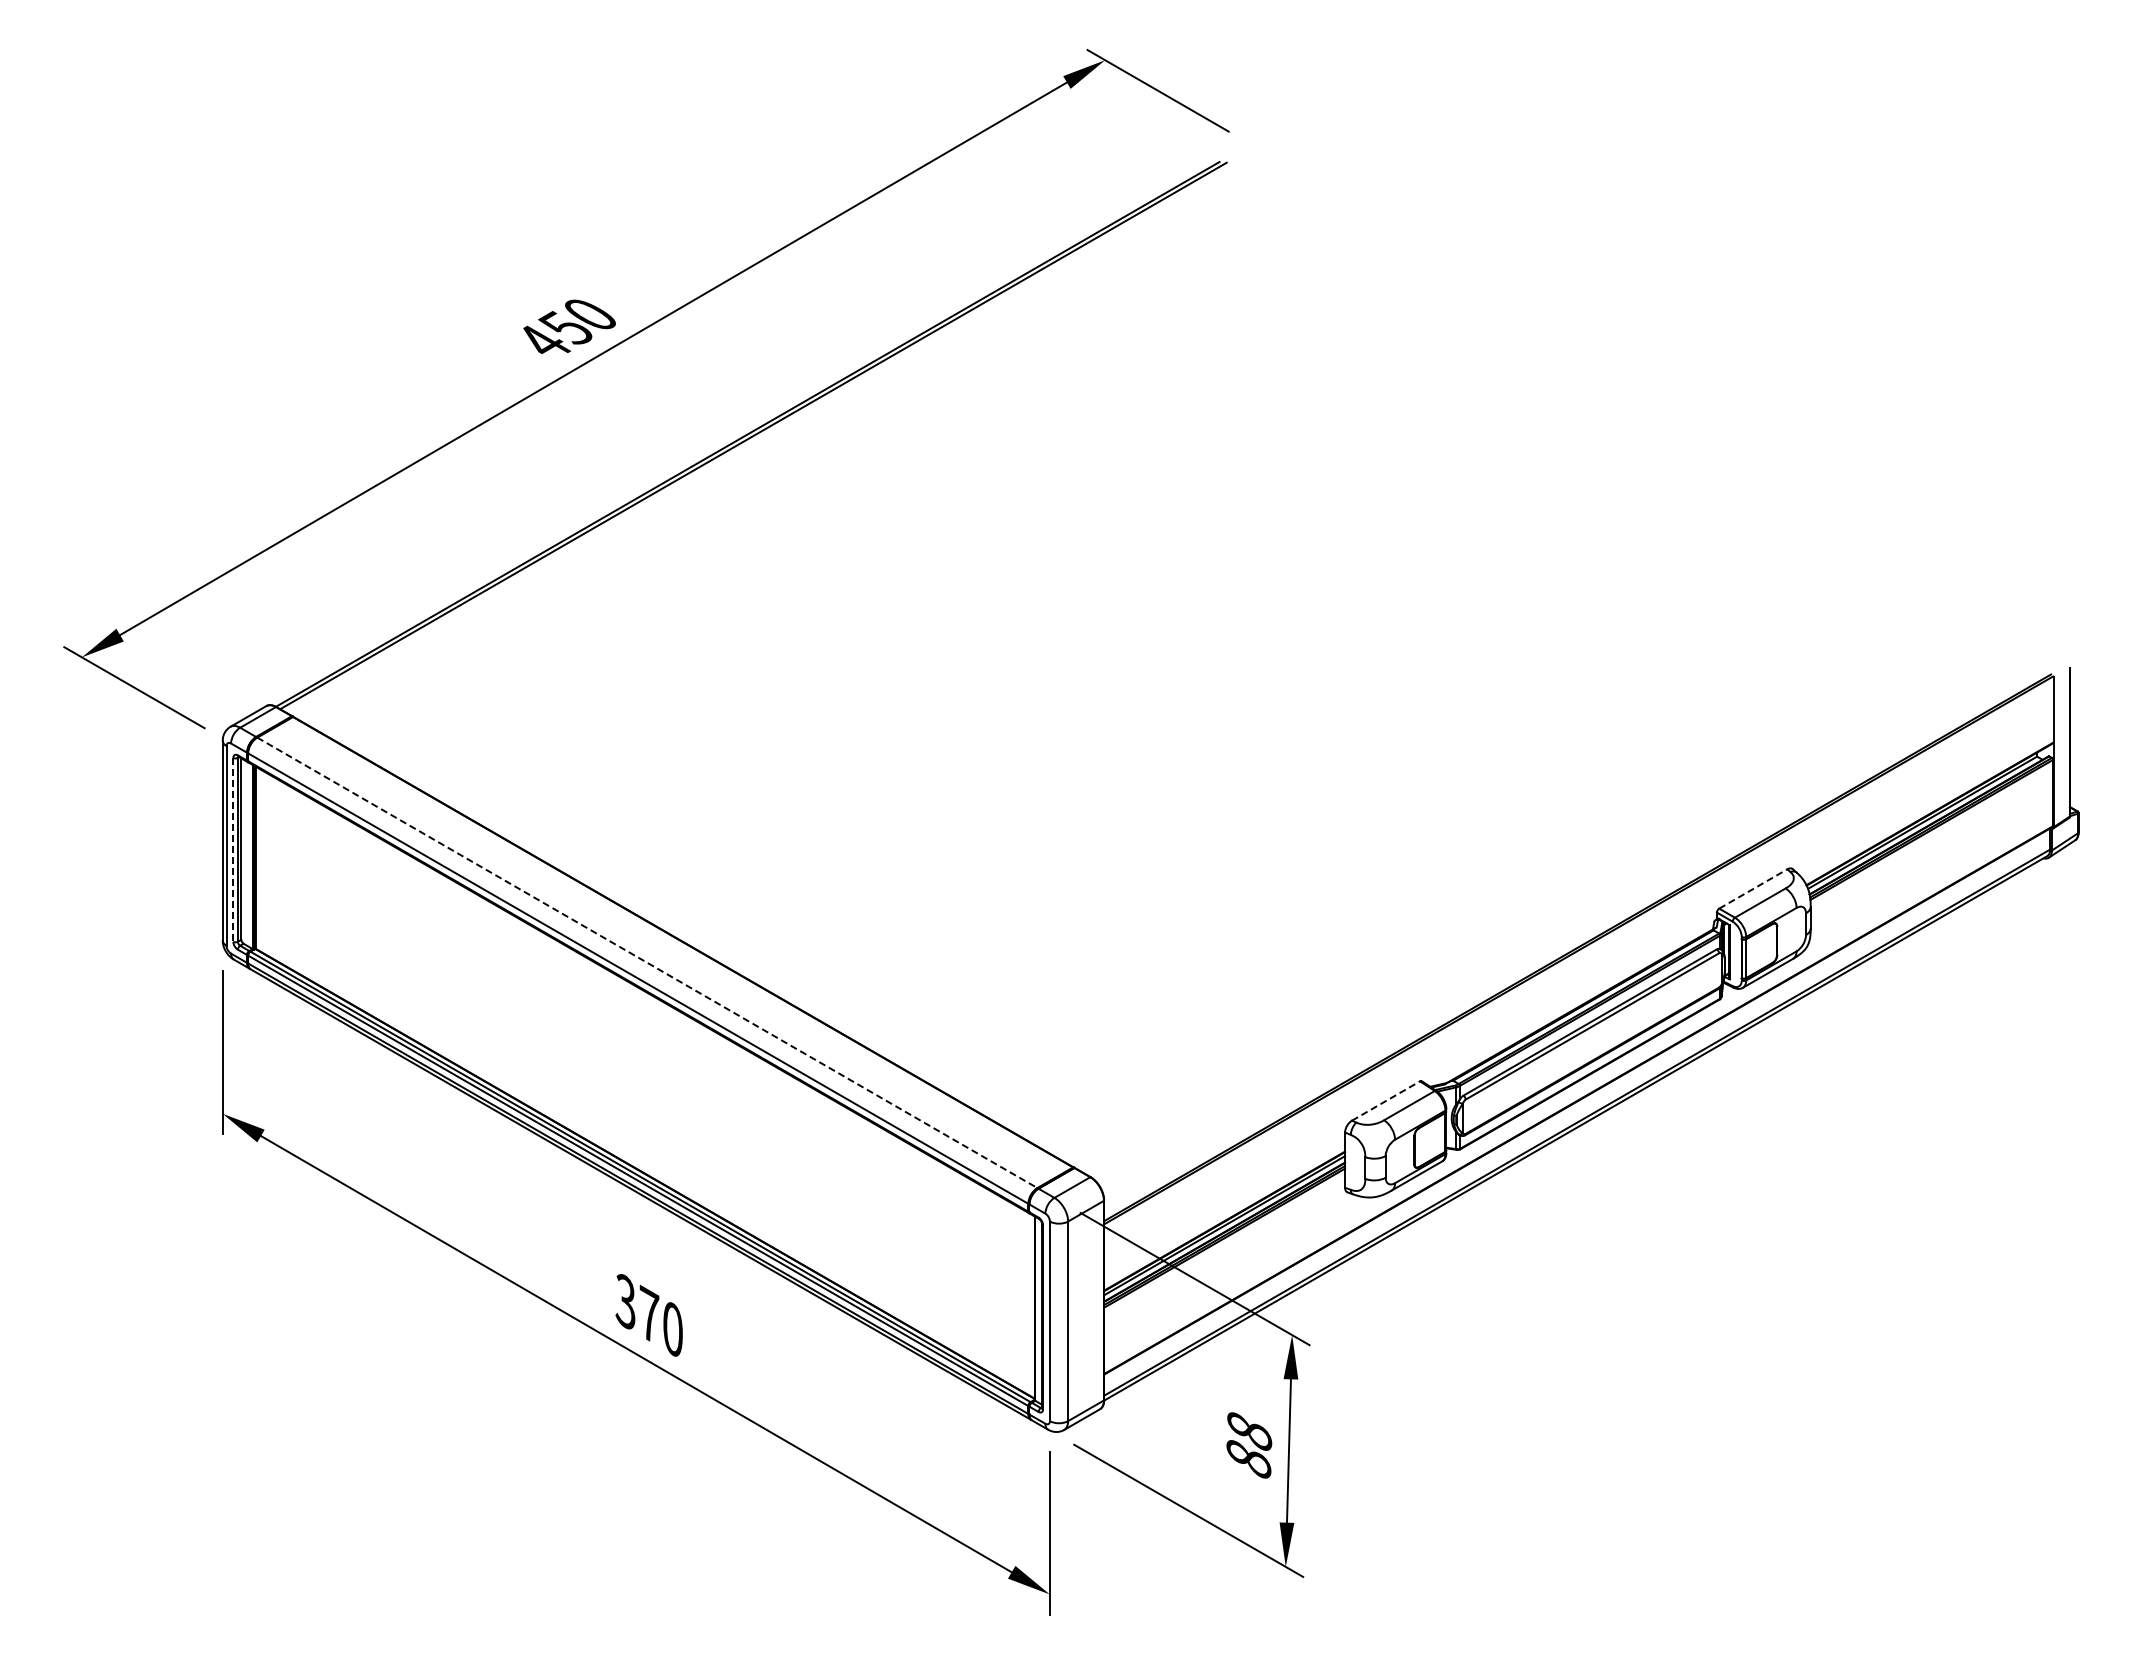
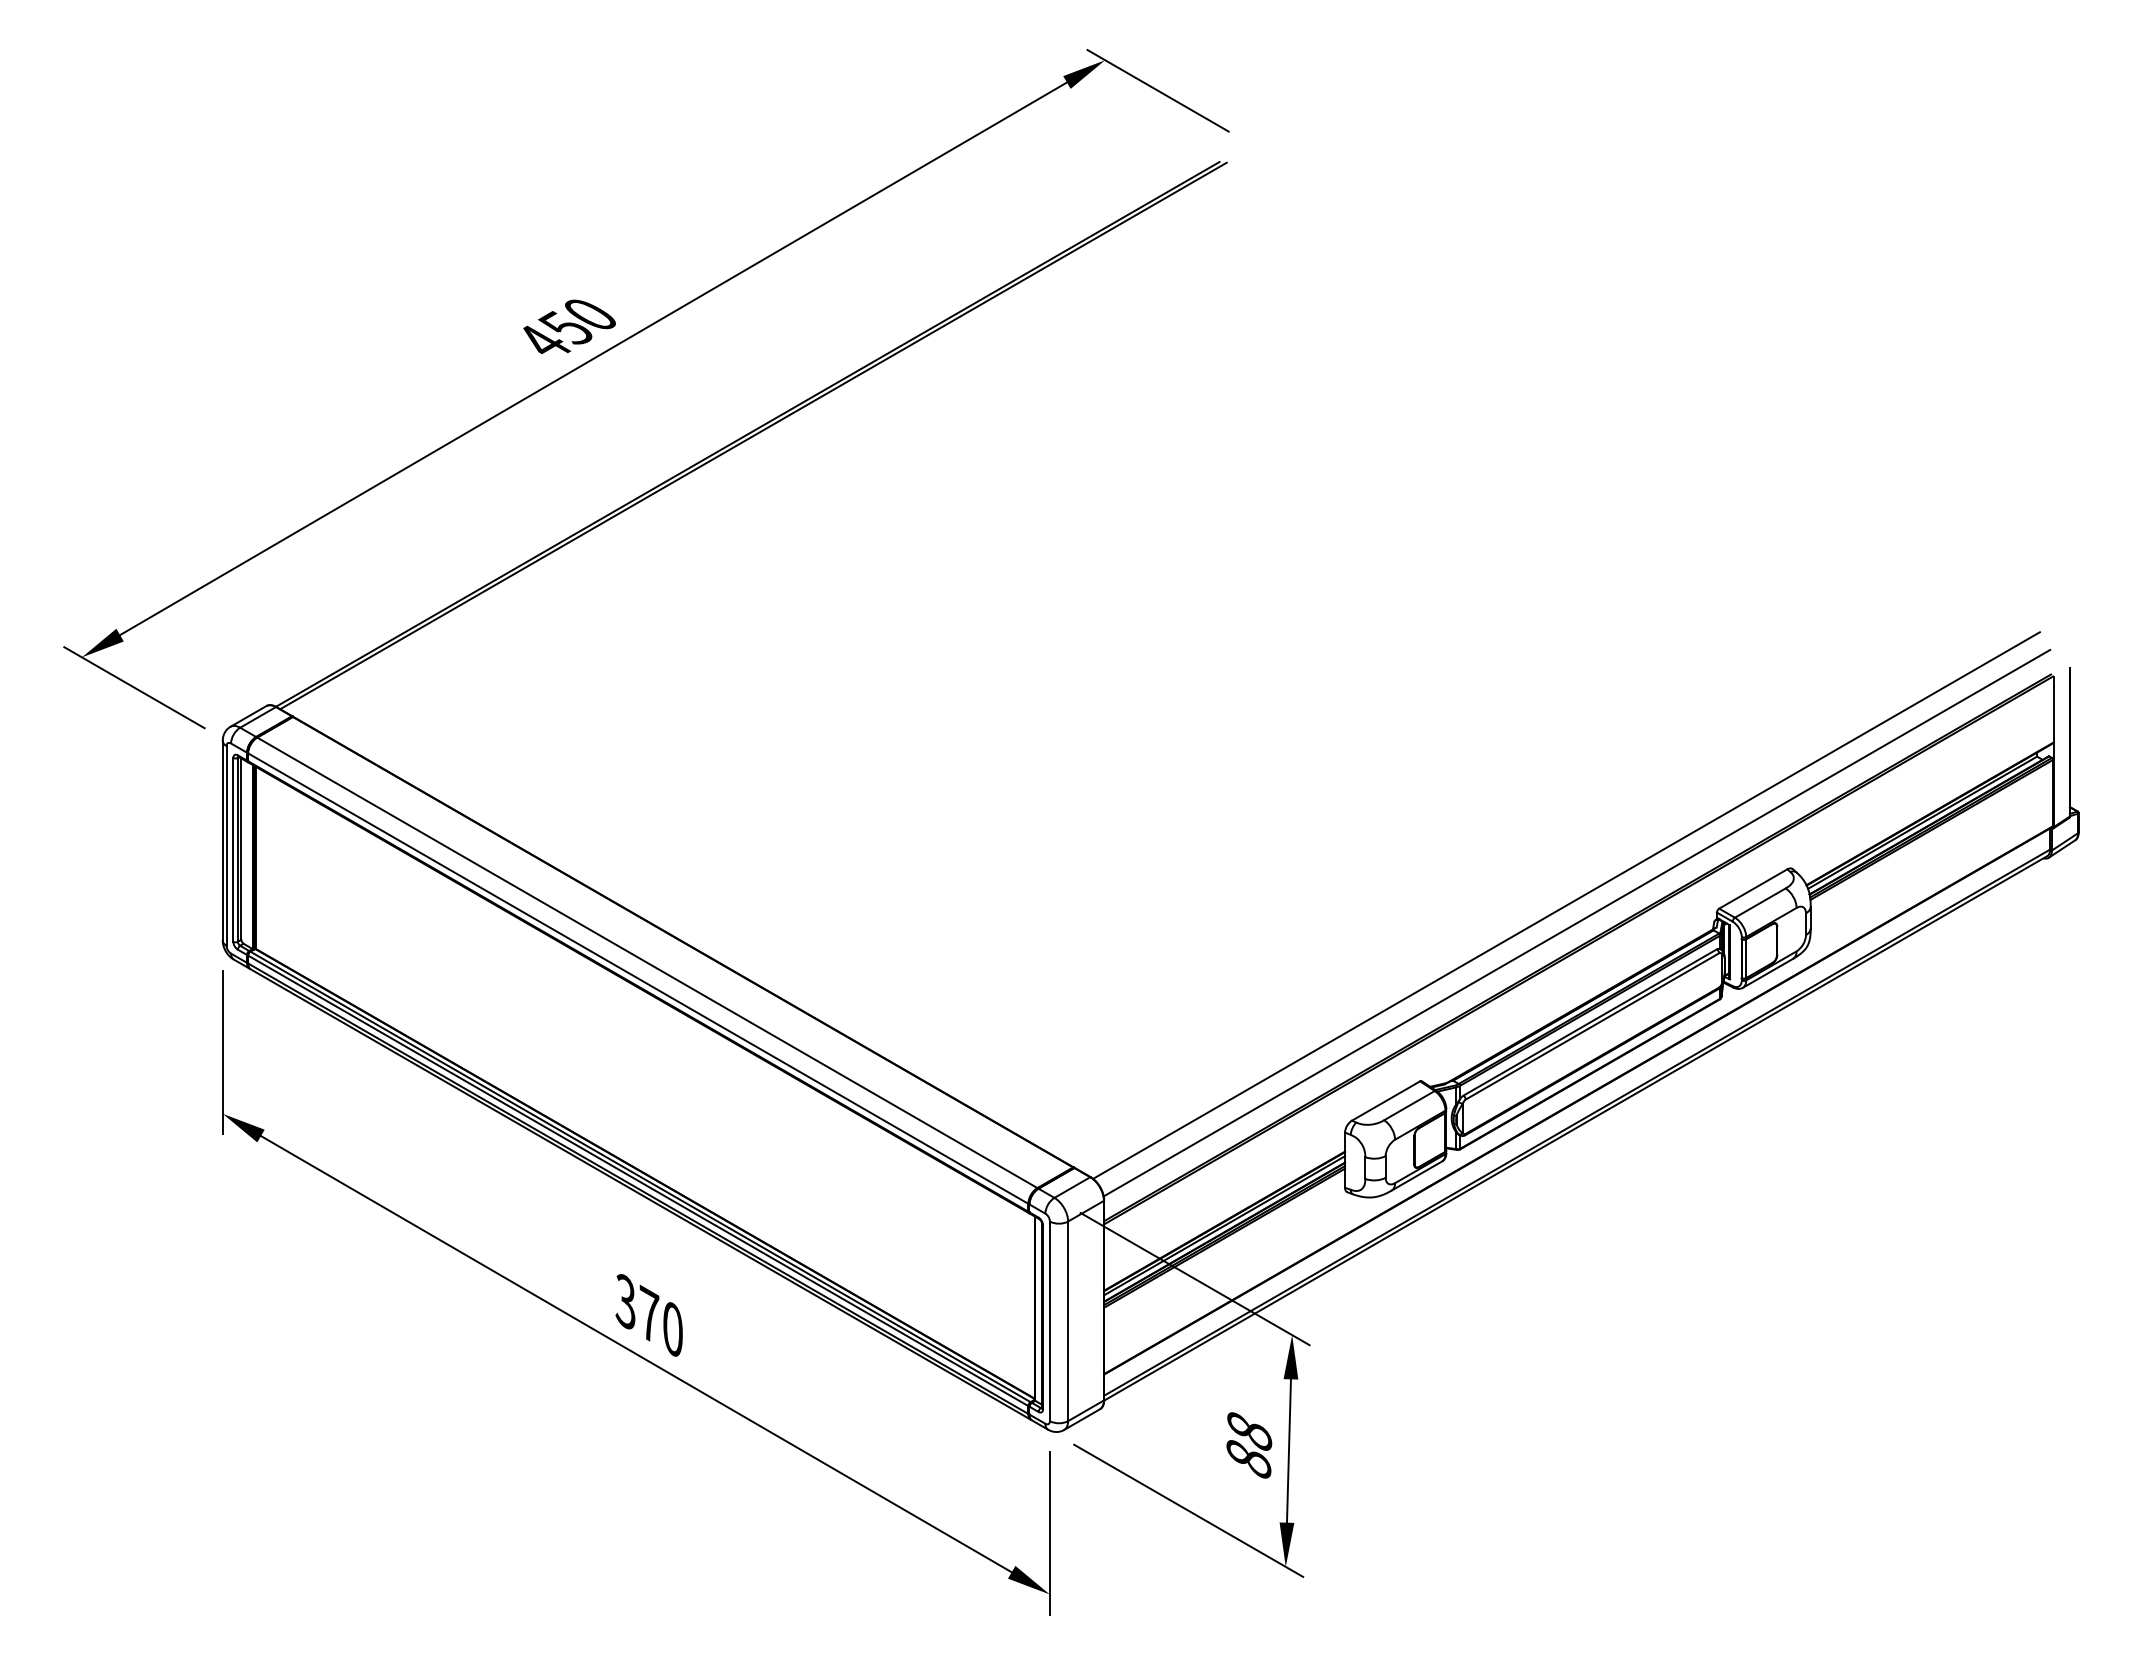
line at (233, 849): dashed -> solid
line at (1753, 888): dashed -> solid
line at (1566, 905): none -> present
line at (1576, 922): none -> present
line at (647, 963): dashed -> solid
line at (1386, 1100): dashed -> solid
